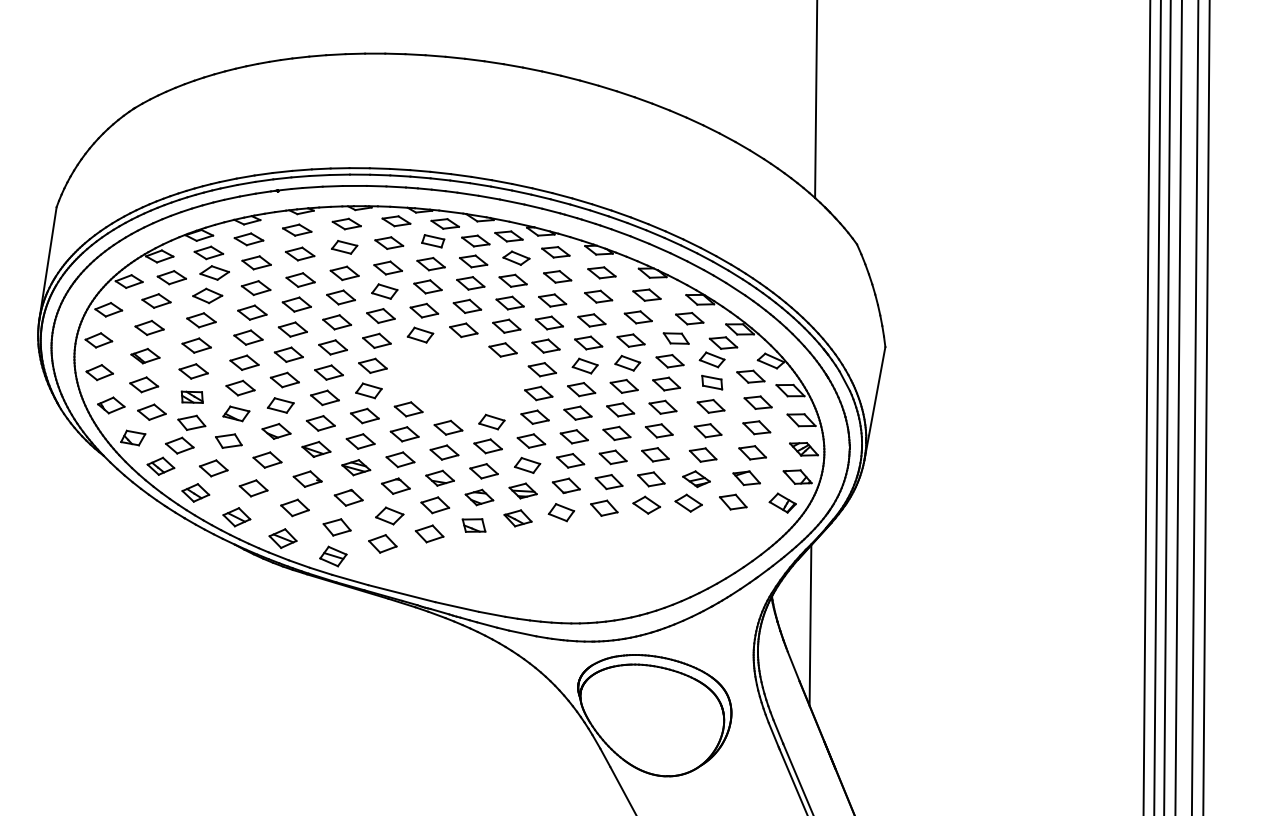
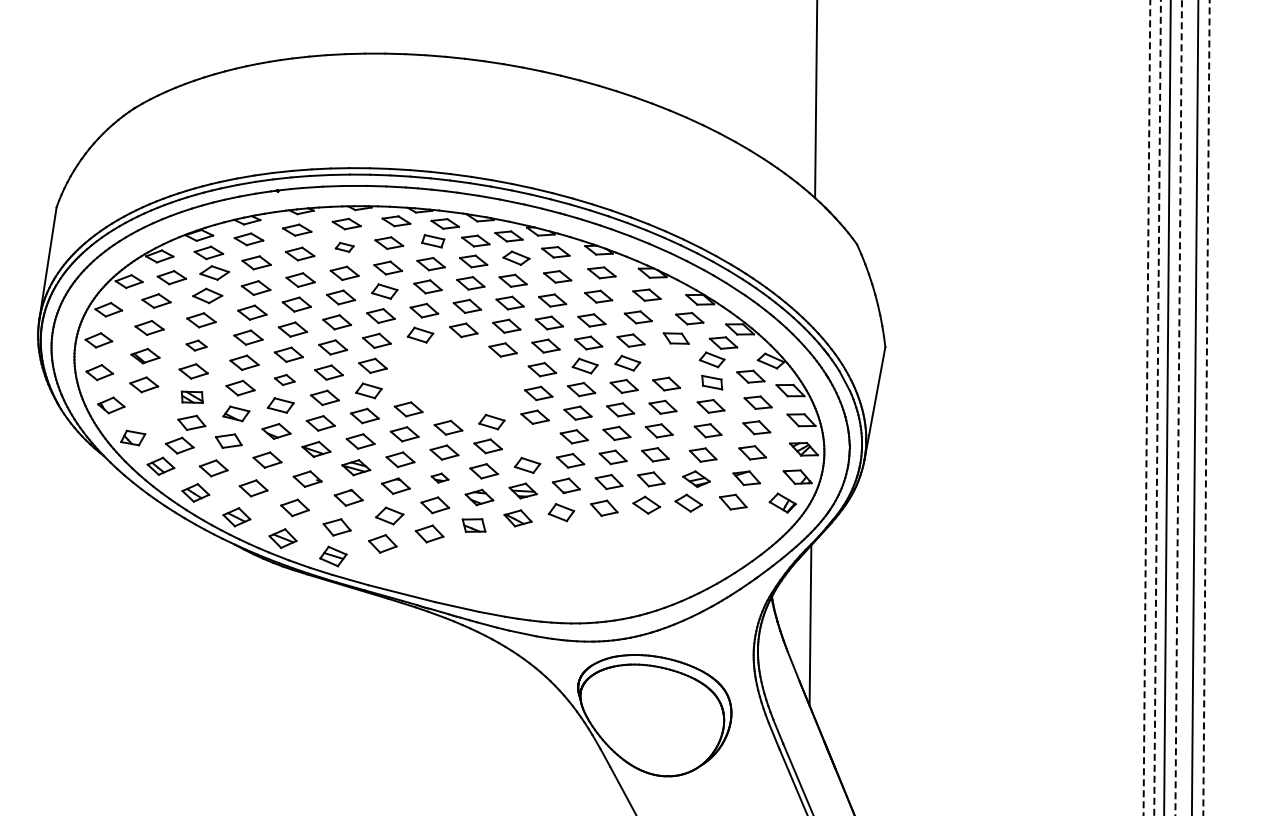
part at (344, 247) size: 28x15 px -> 21x12 px
part at (196, 345) size: 31x17 px -> 23x13 px
part at (669, 361): present -> none
part at (284, 379) size: 31x18 px -> 22x13 px
line at (1146, 407): solid -> dashed
line at (1178, 407): solid -> dashed
line at (1157, 408): solid -> dashed
line at (1206, 408): solid -> dashed
part at (151, 411): present -> none
part at (531, 440): present -> none
part at (439, 477) size: 30x18 px -> 20x12 px
